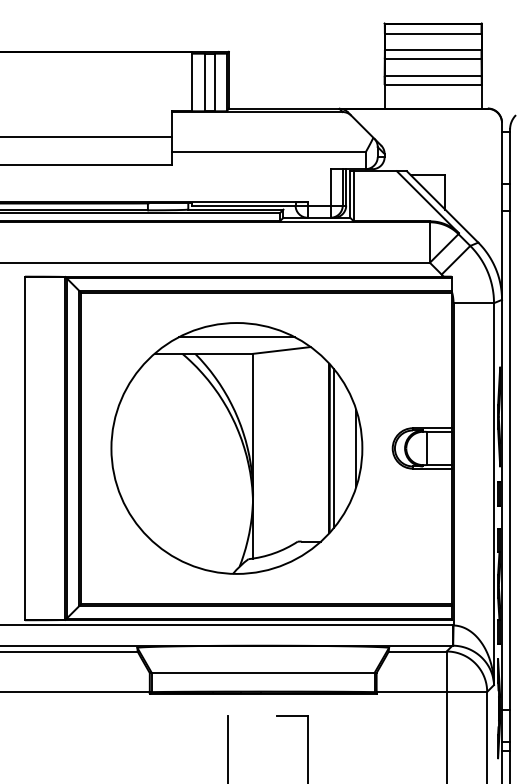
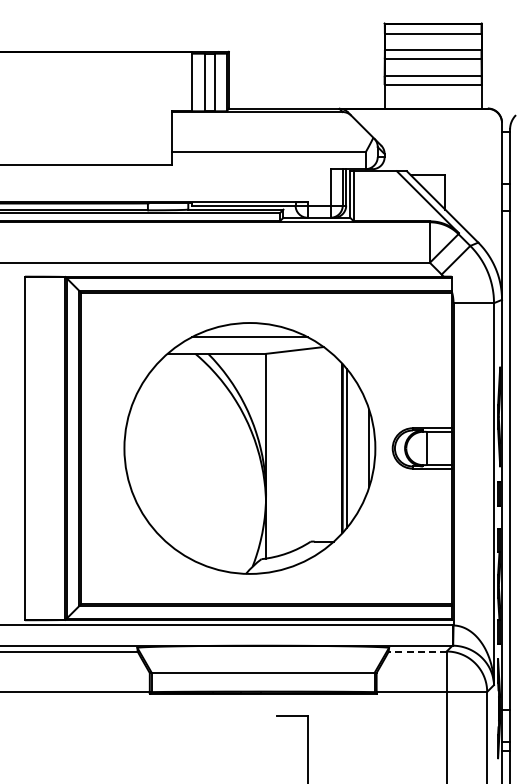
line at (87, 136): present -> none
part at (236, 448) position: (236, 448) -> (249, 448)
line at (417, 651): solid -> dashed
line at (228, 747): present -> none
